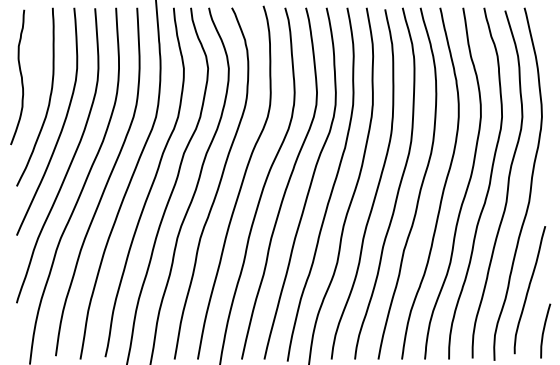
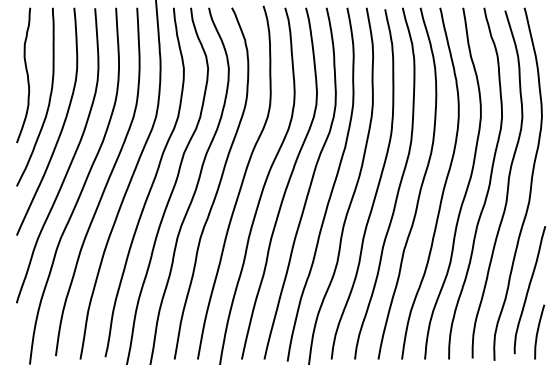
curve at (20, 76) position: (20, 76) -> (26, 74)
curve at (544, 330) position: (544, 330) -> (538, 331)
